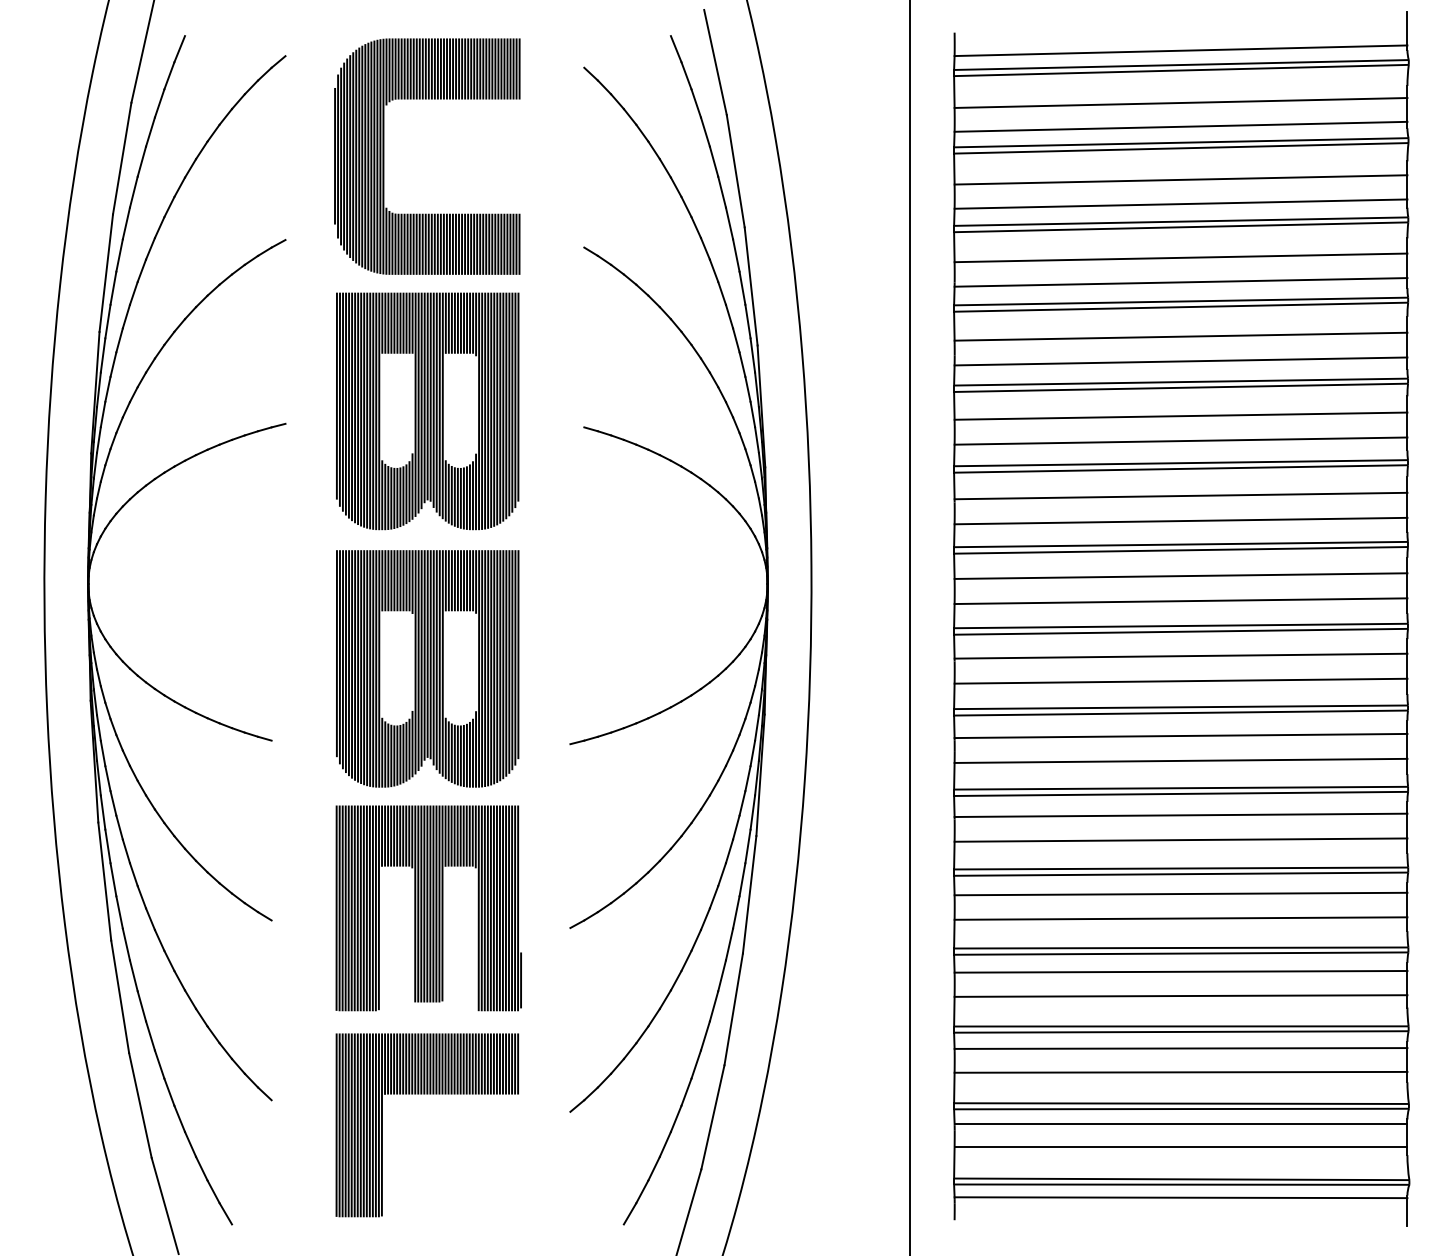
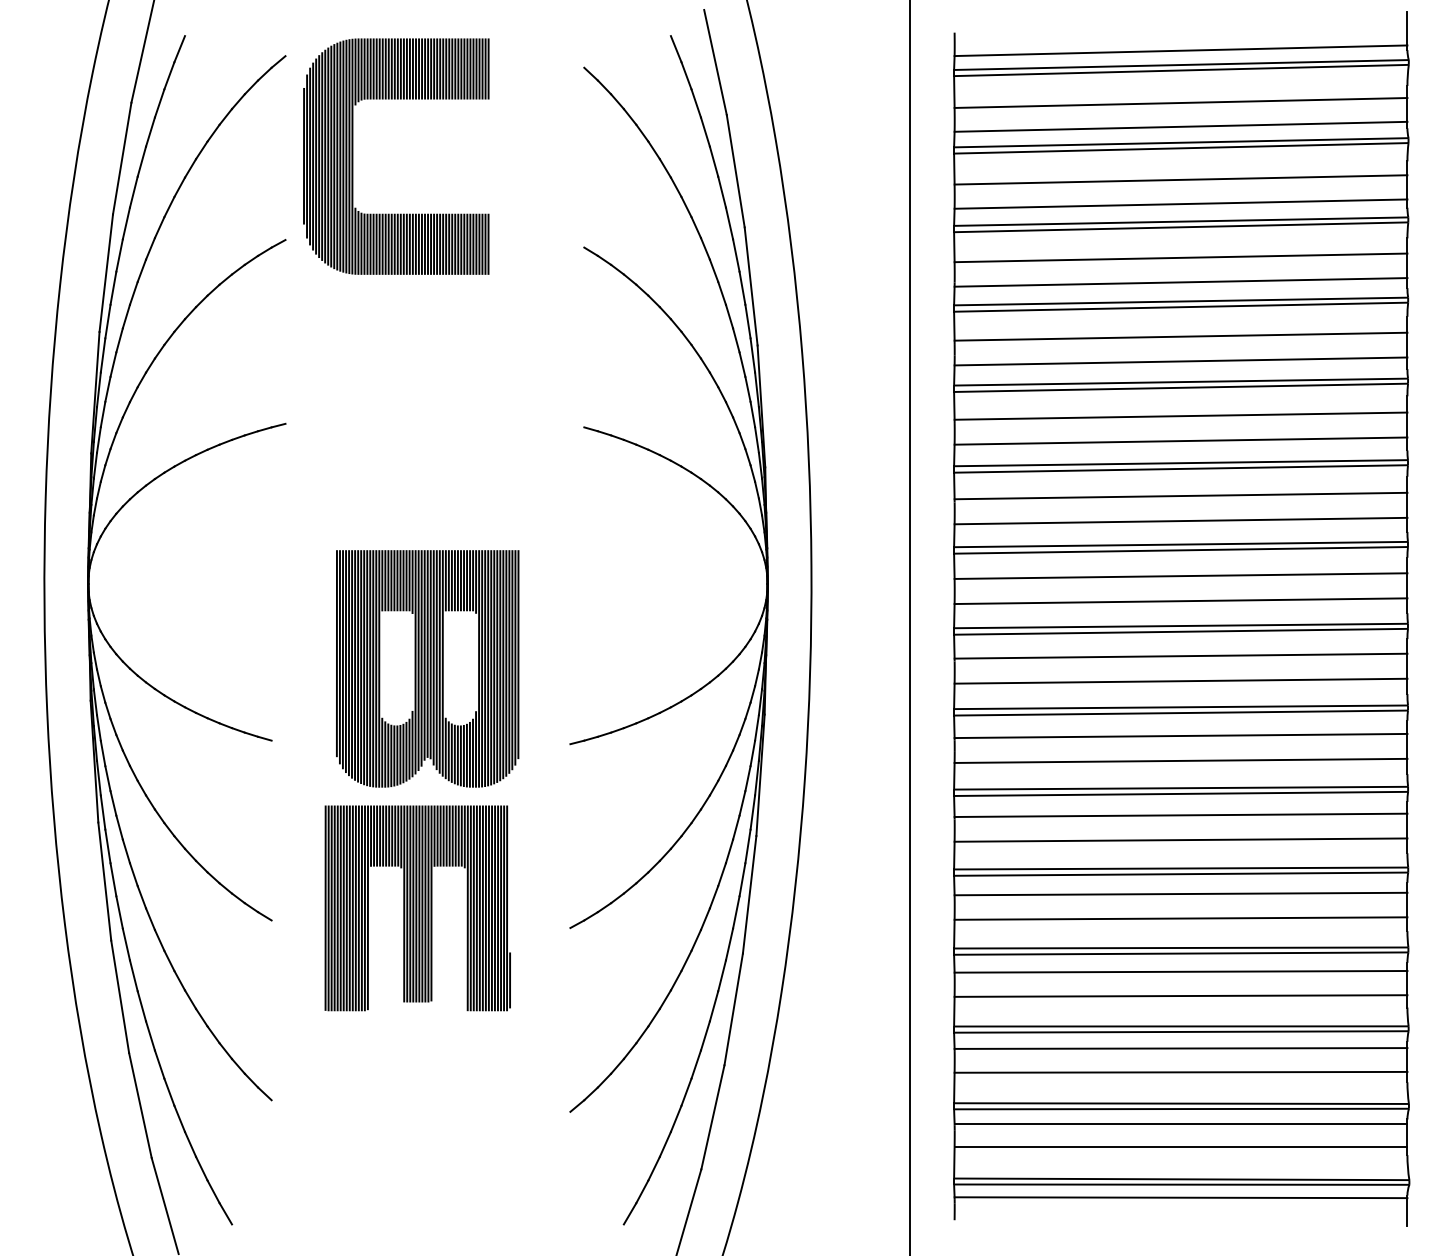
part at (384, 156) position: (384, 156) -> (353, 156)
part at (427, 411): present -> none
part at (428, 908) position: (428, 908) -> (417, 908)
part at (426, 1094): present -> none
